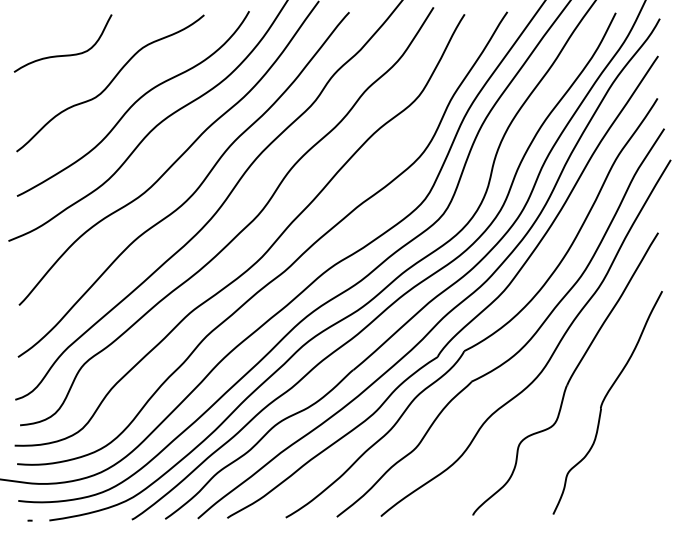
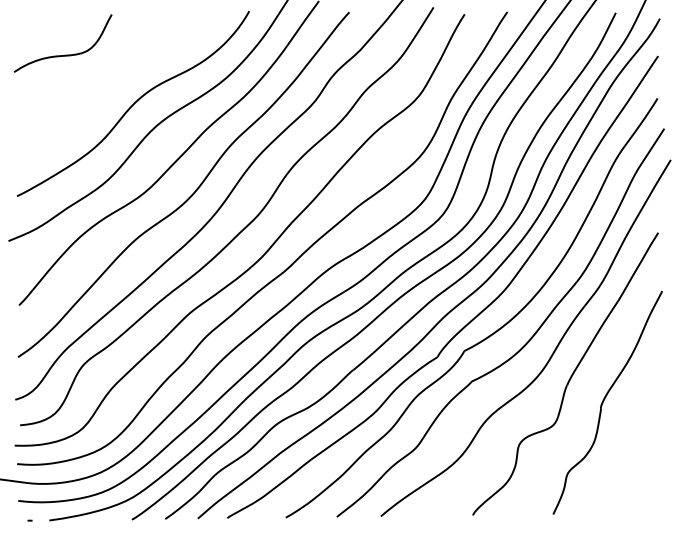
curve at (110, 83): present -> none
